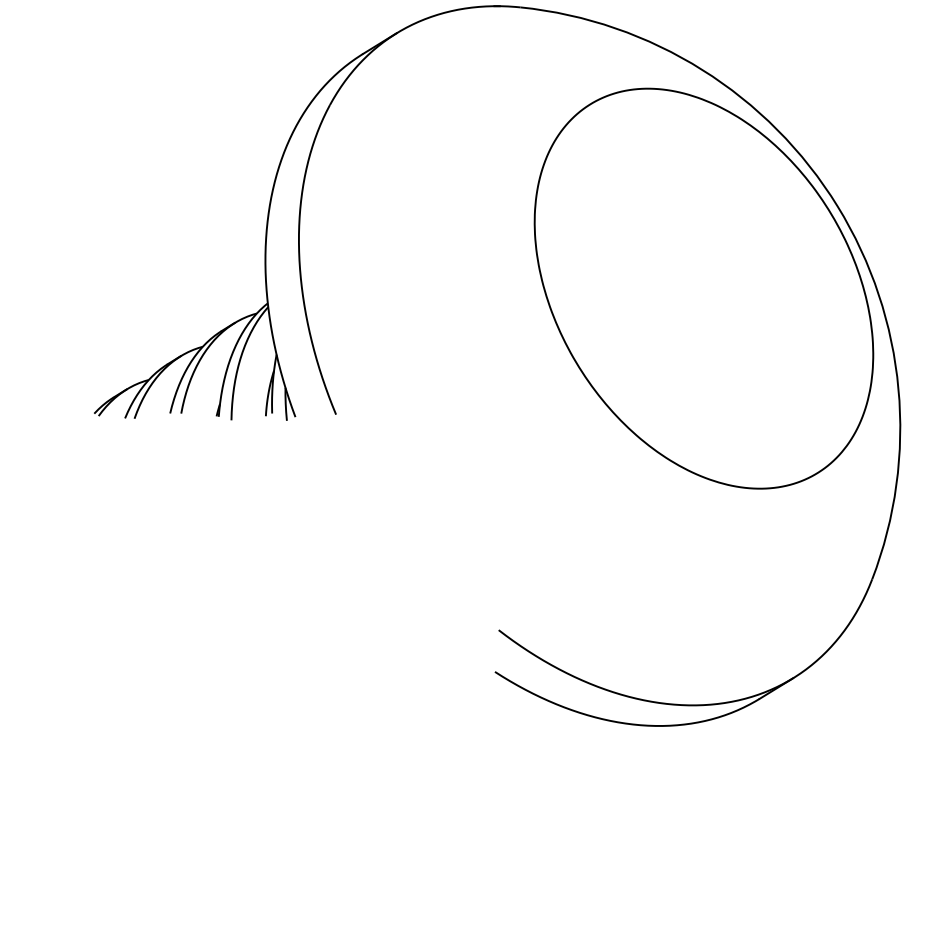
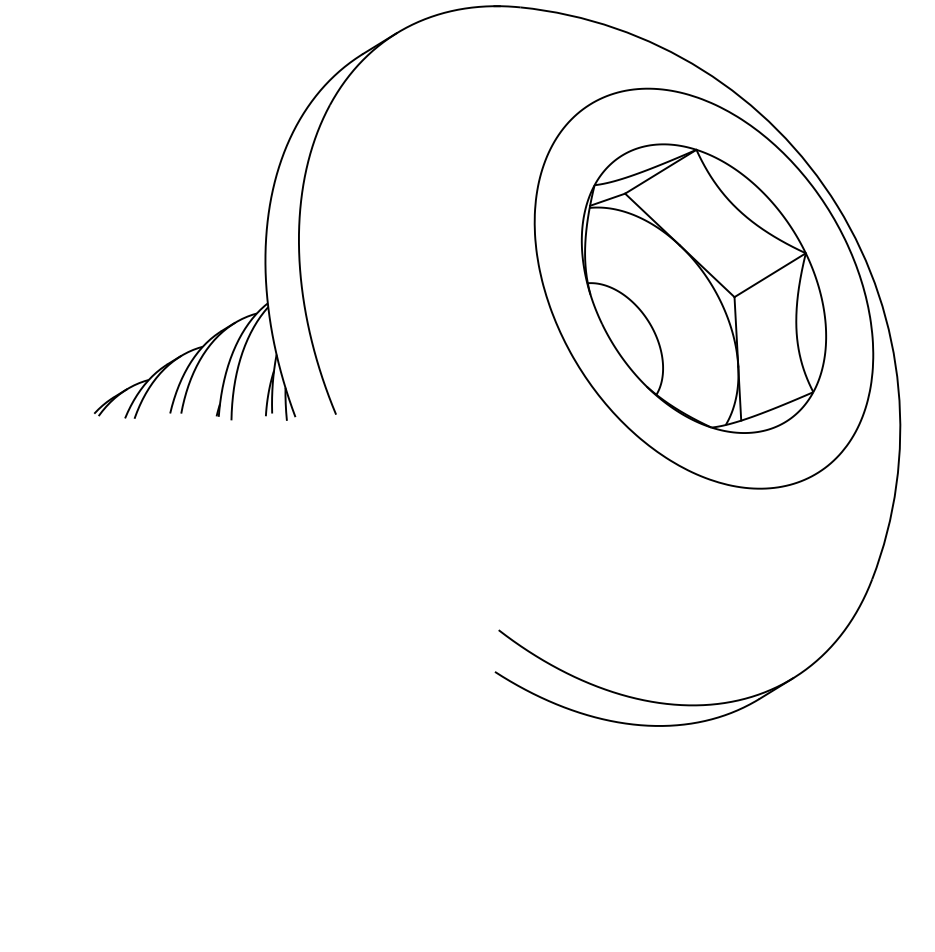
part at (703, 288): none -> present
